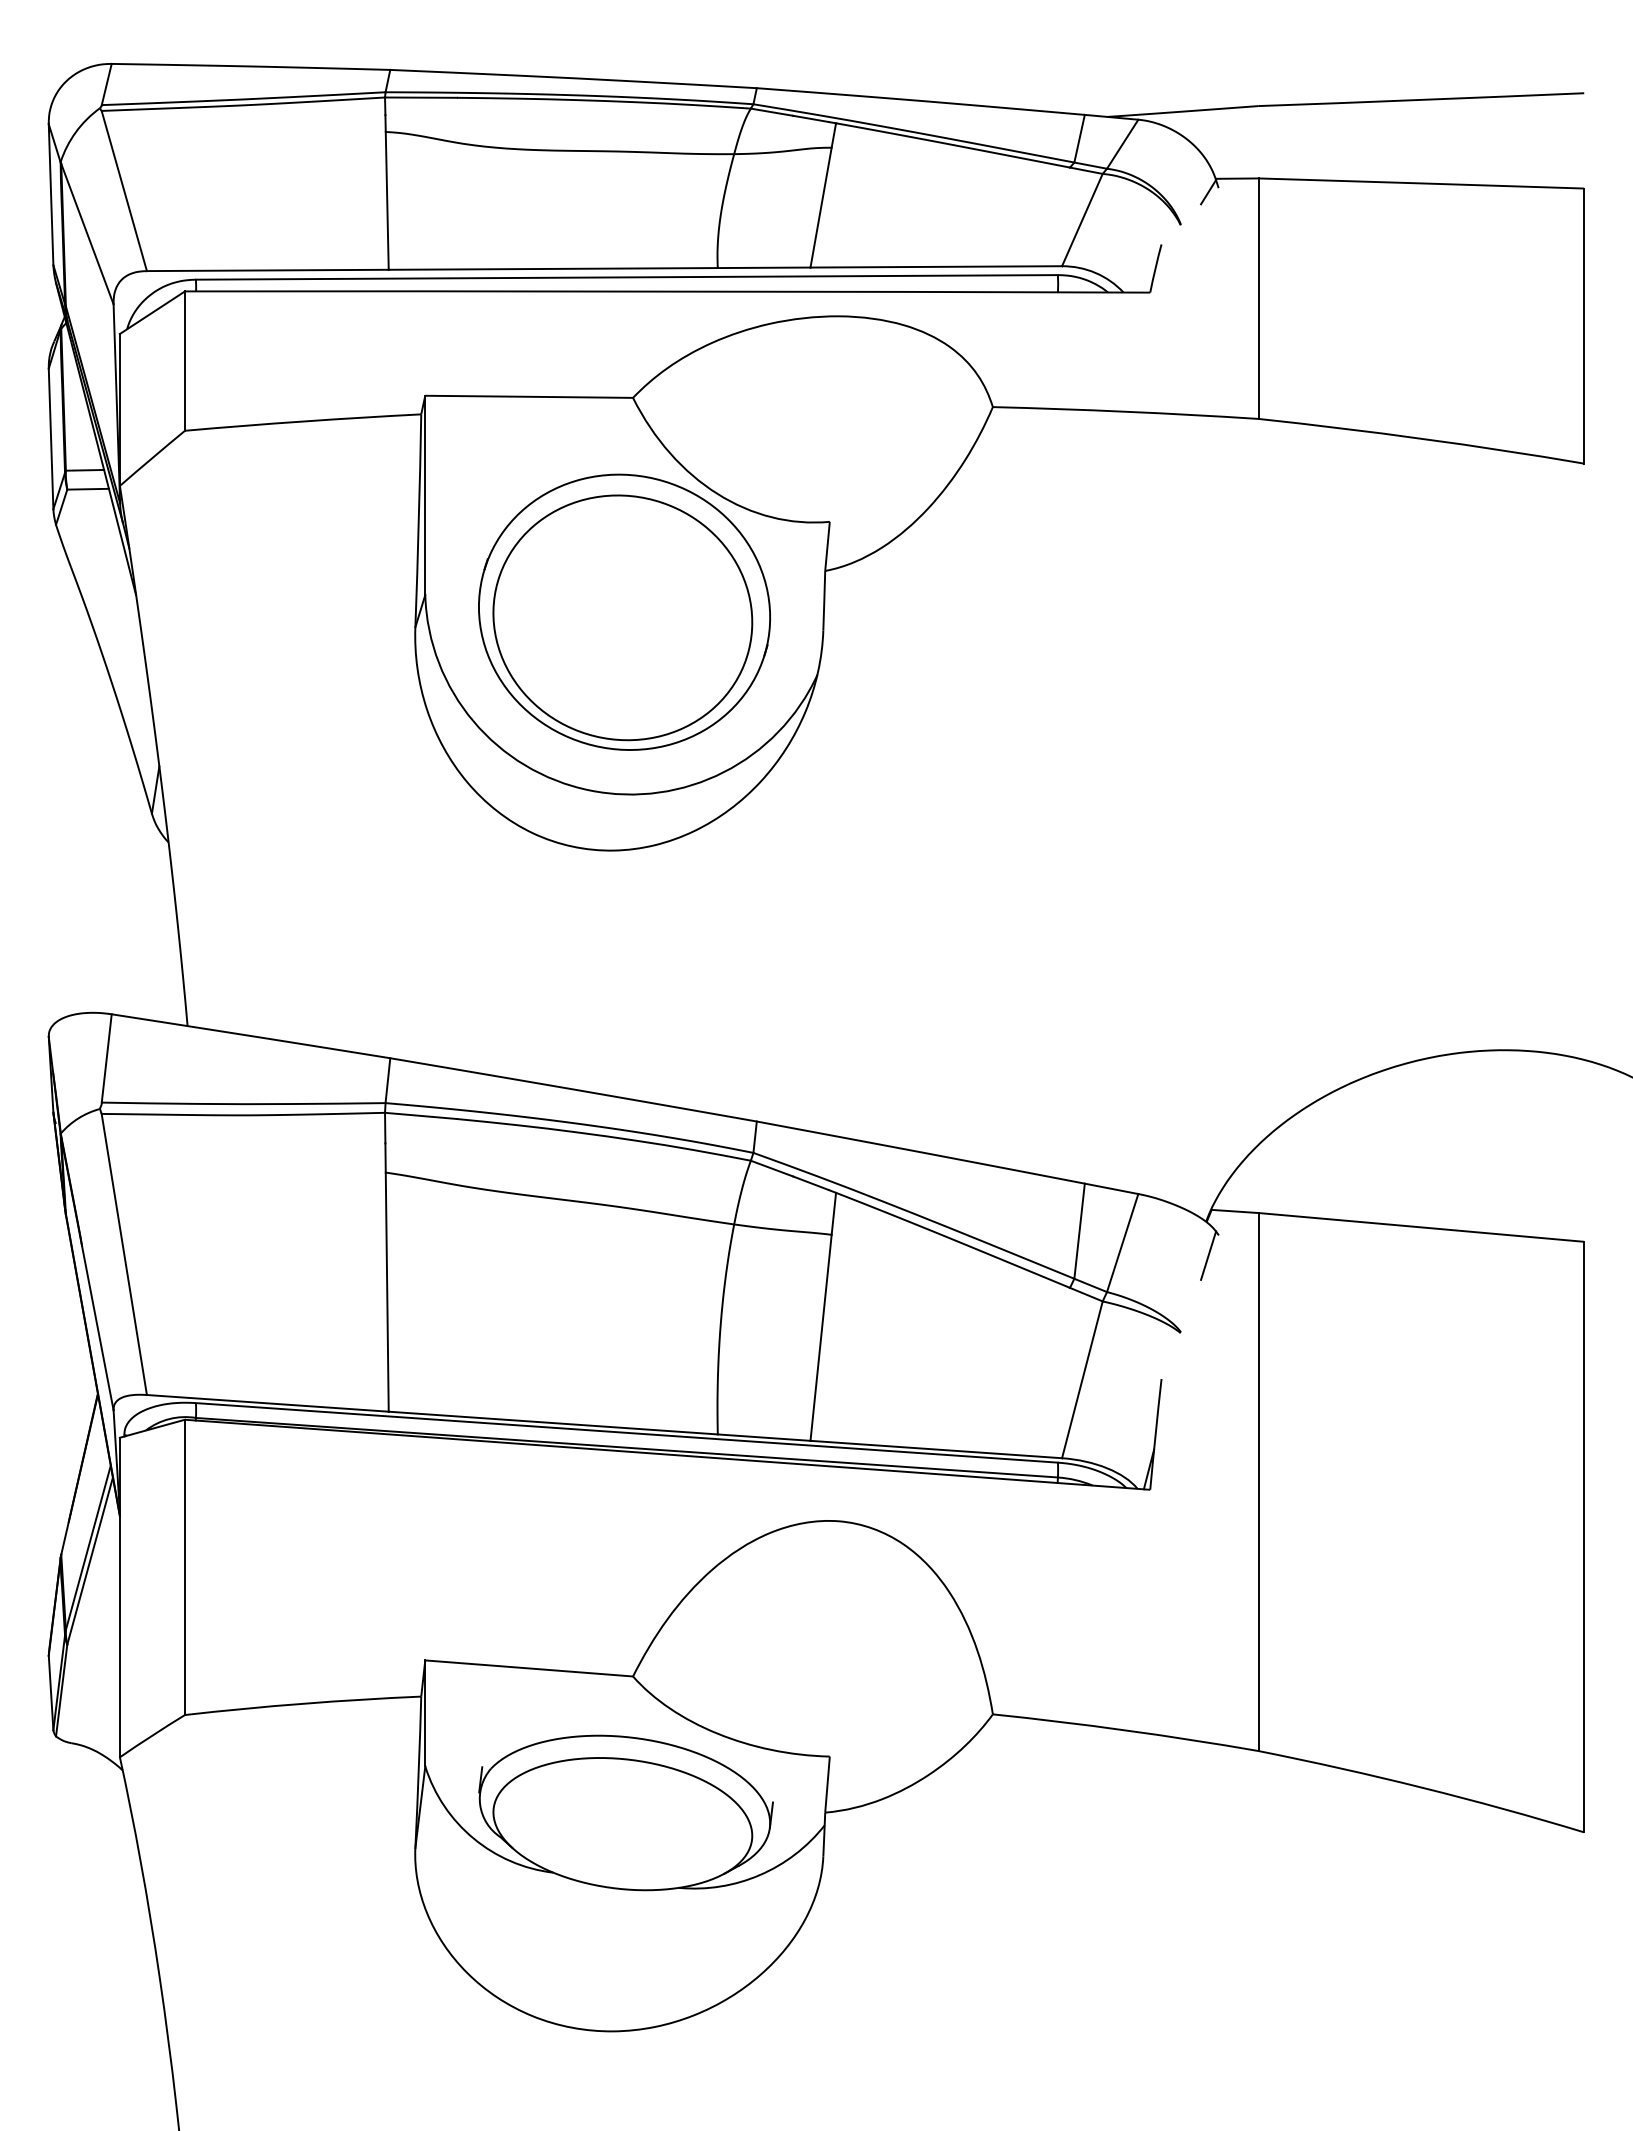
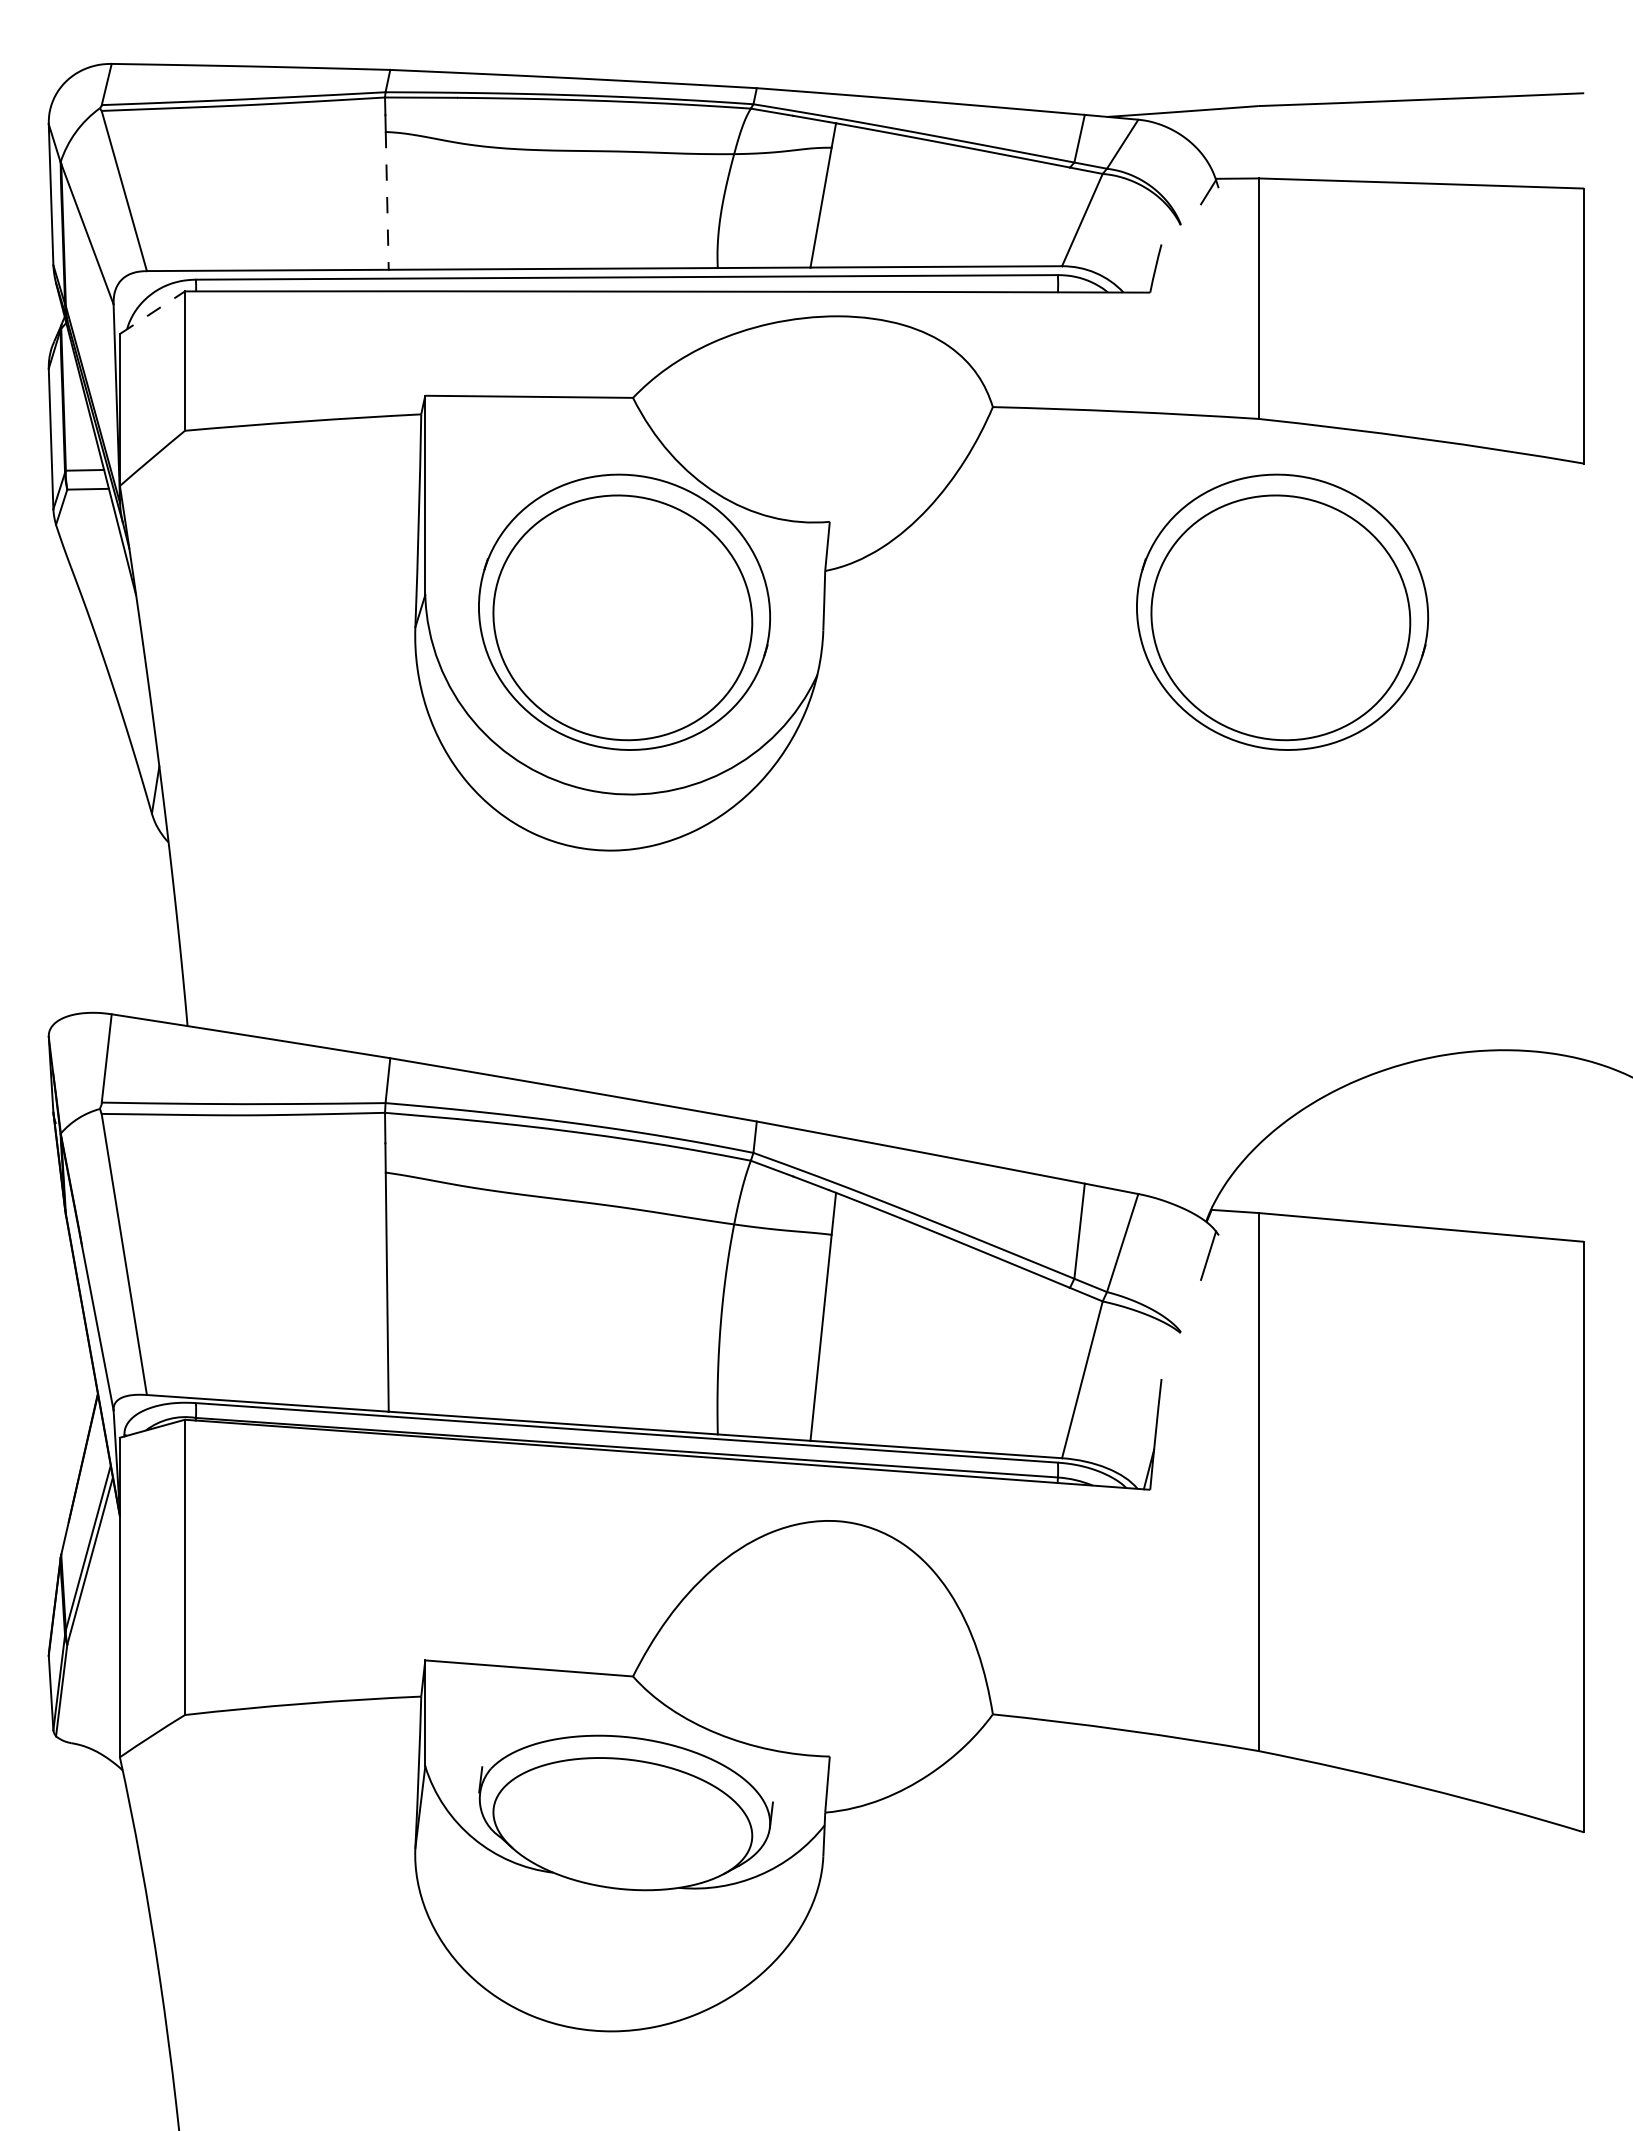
line at (387, 200): solid -> dashed
line at (152, 312): solid -> dashed
part at (1282, 611): none -> present
